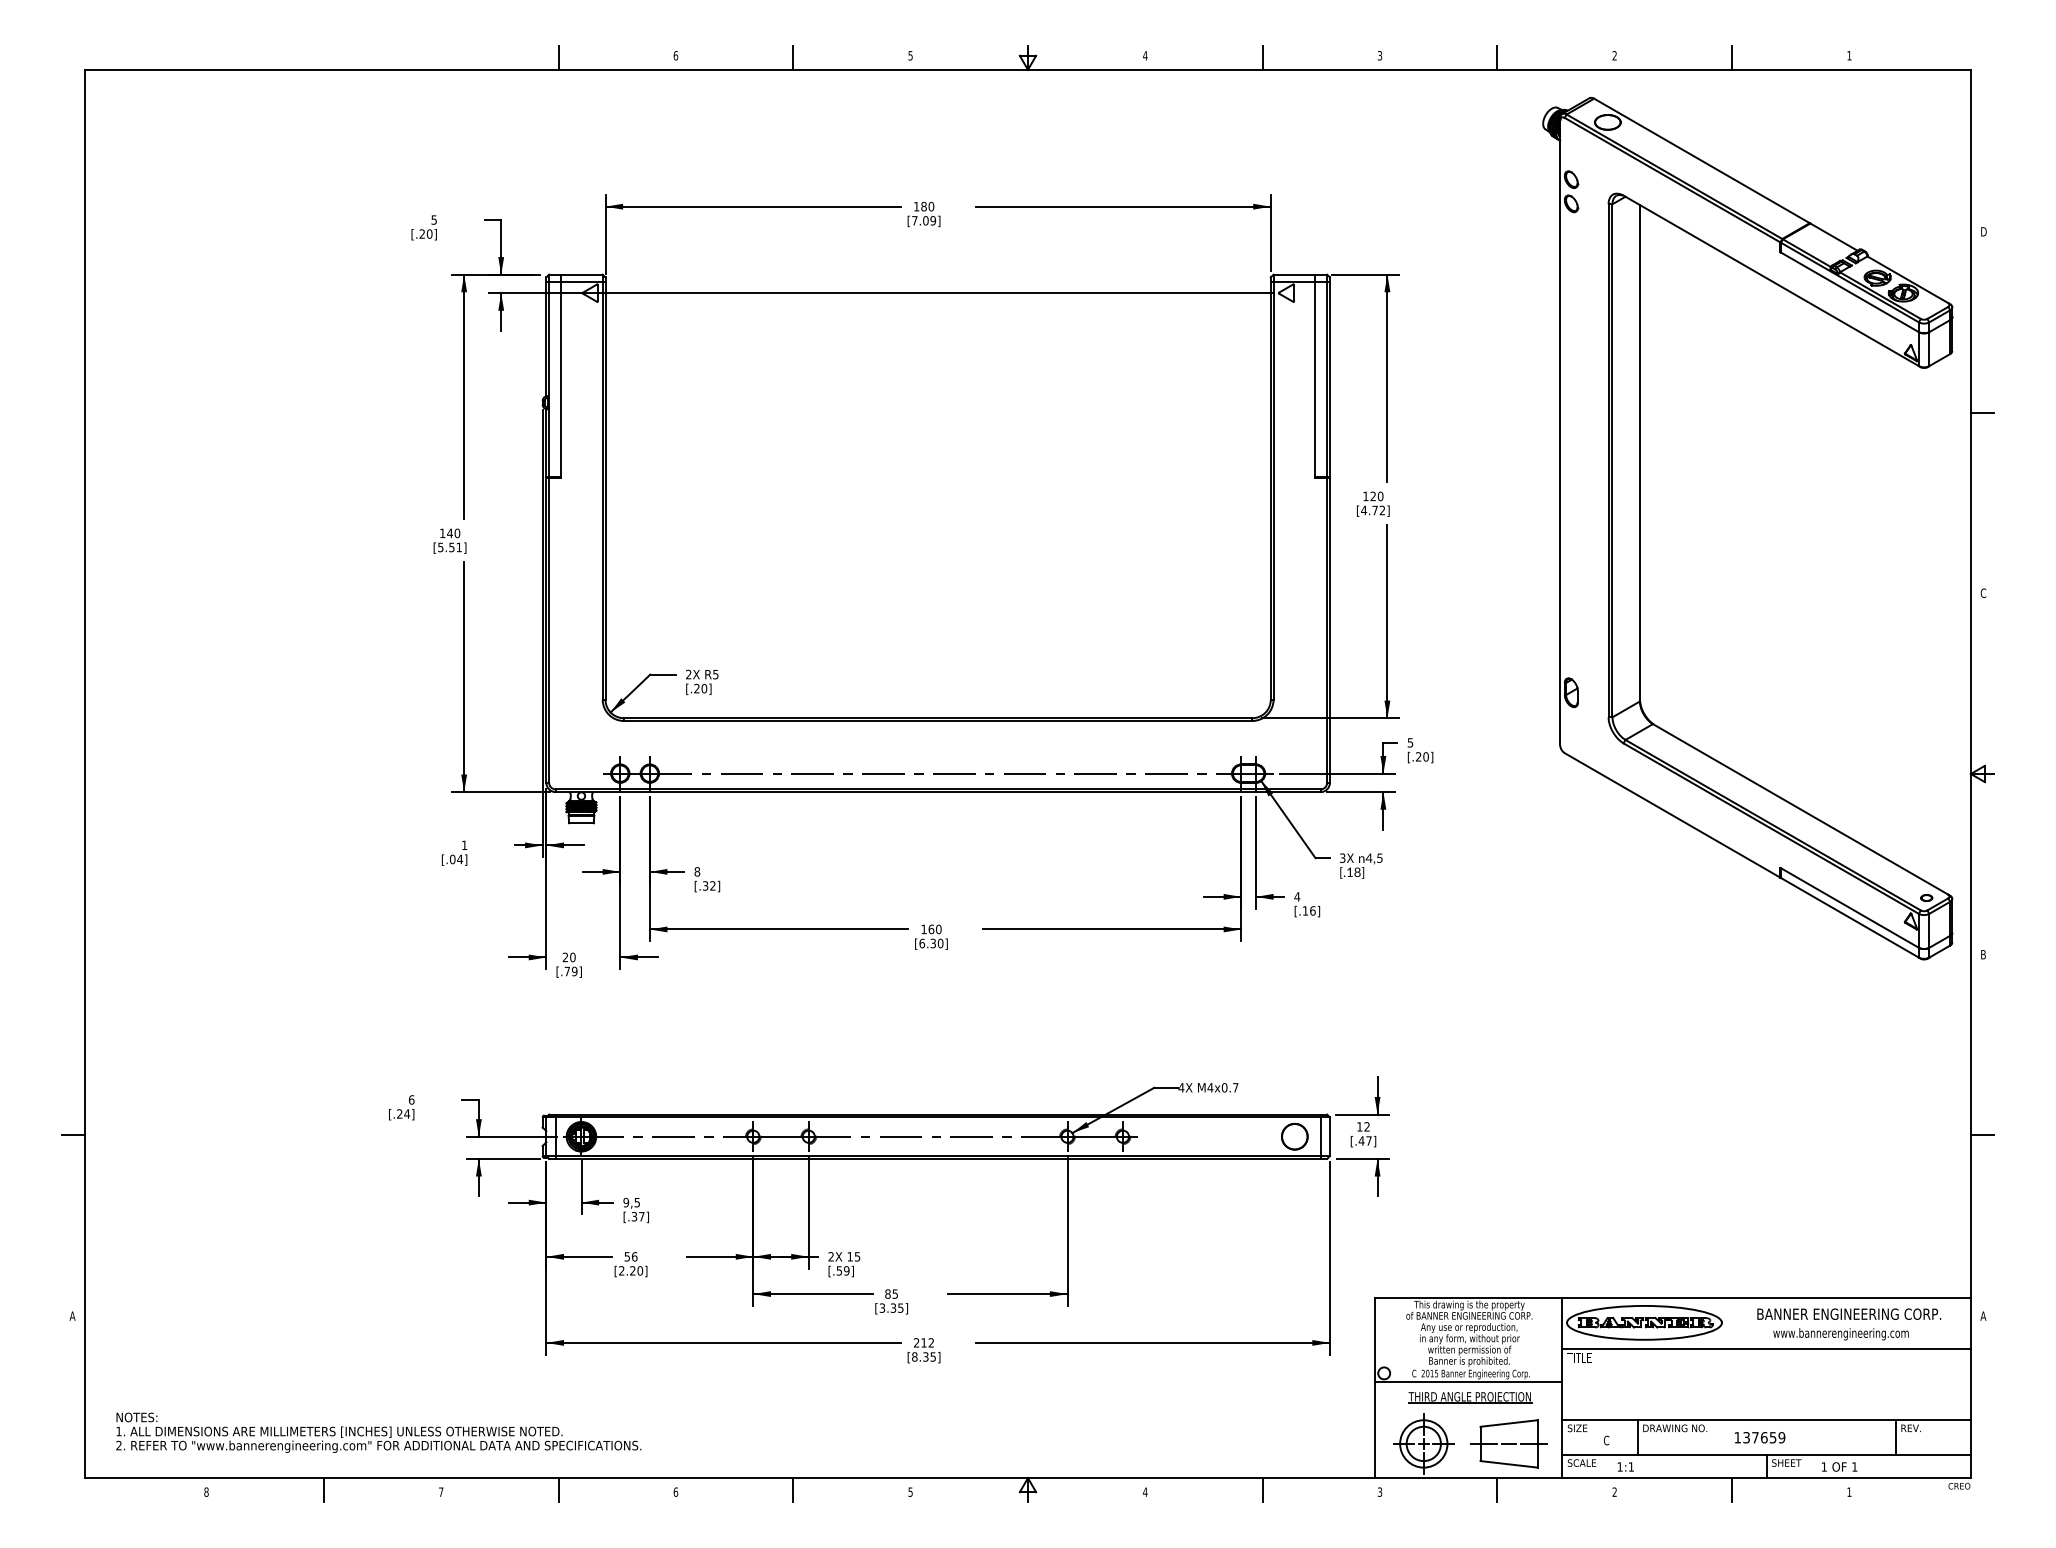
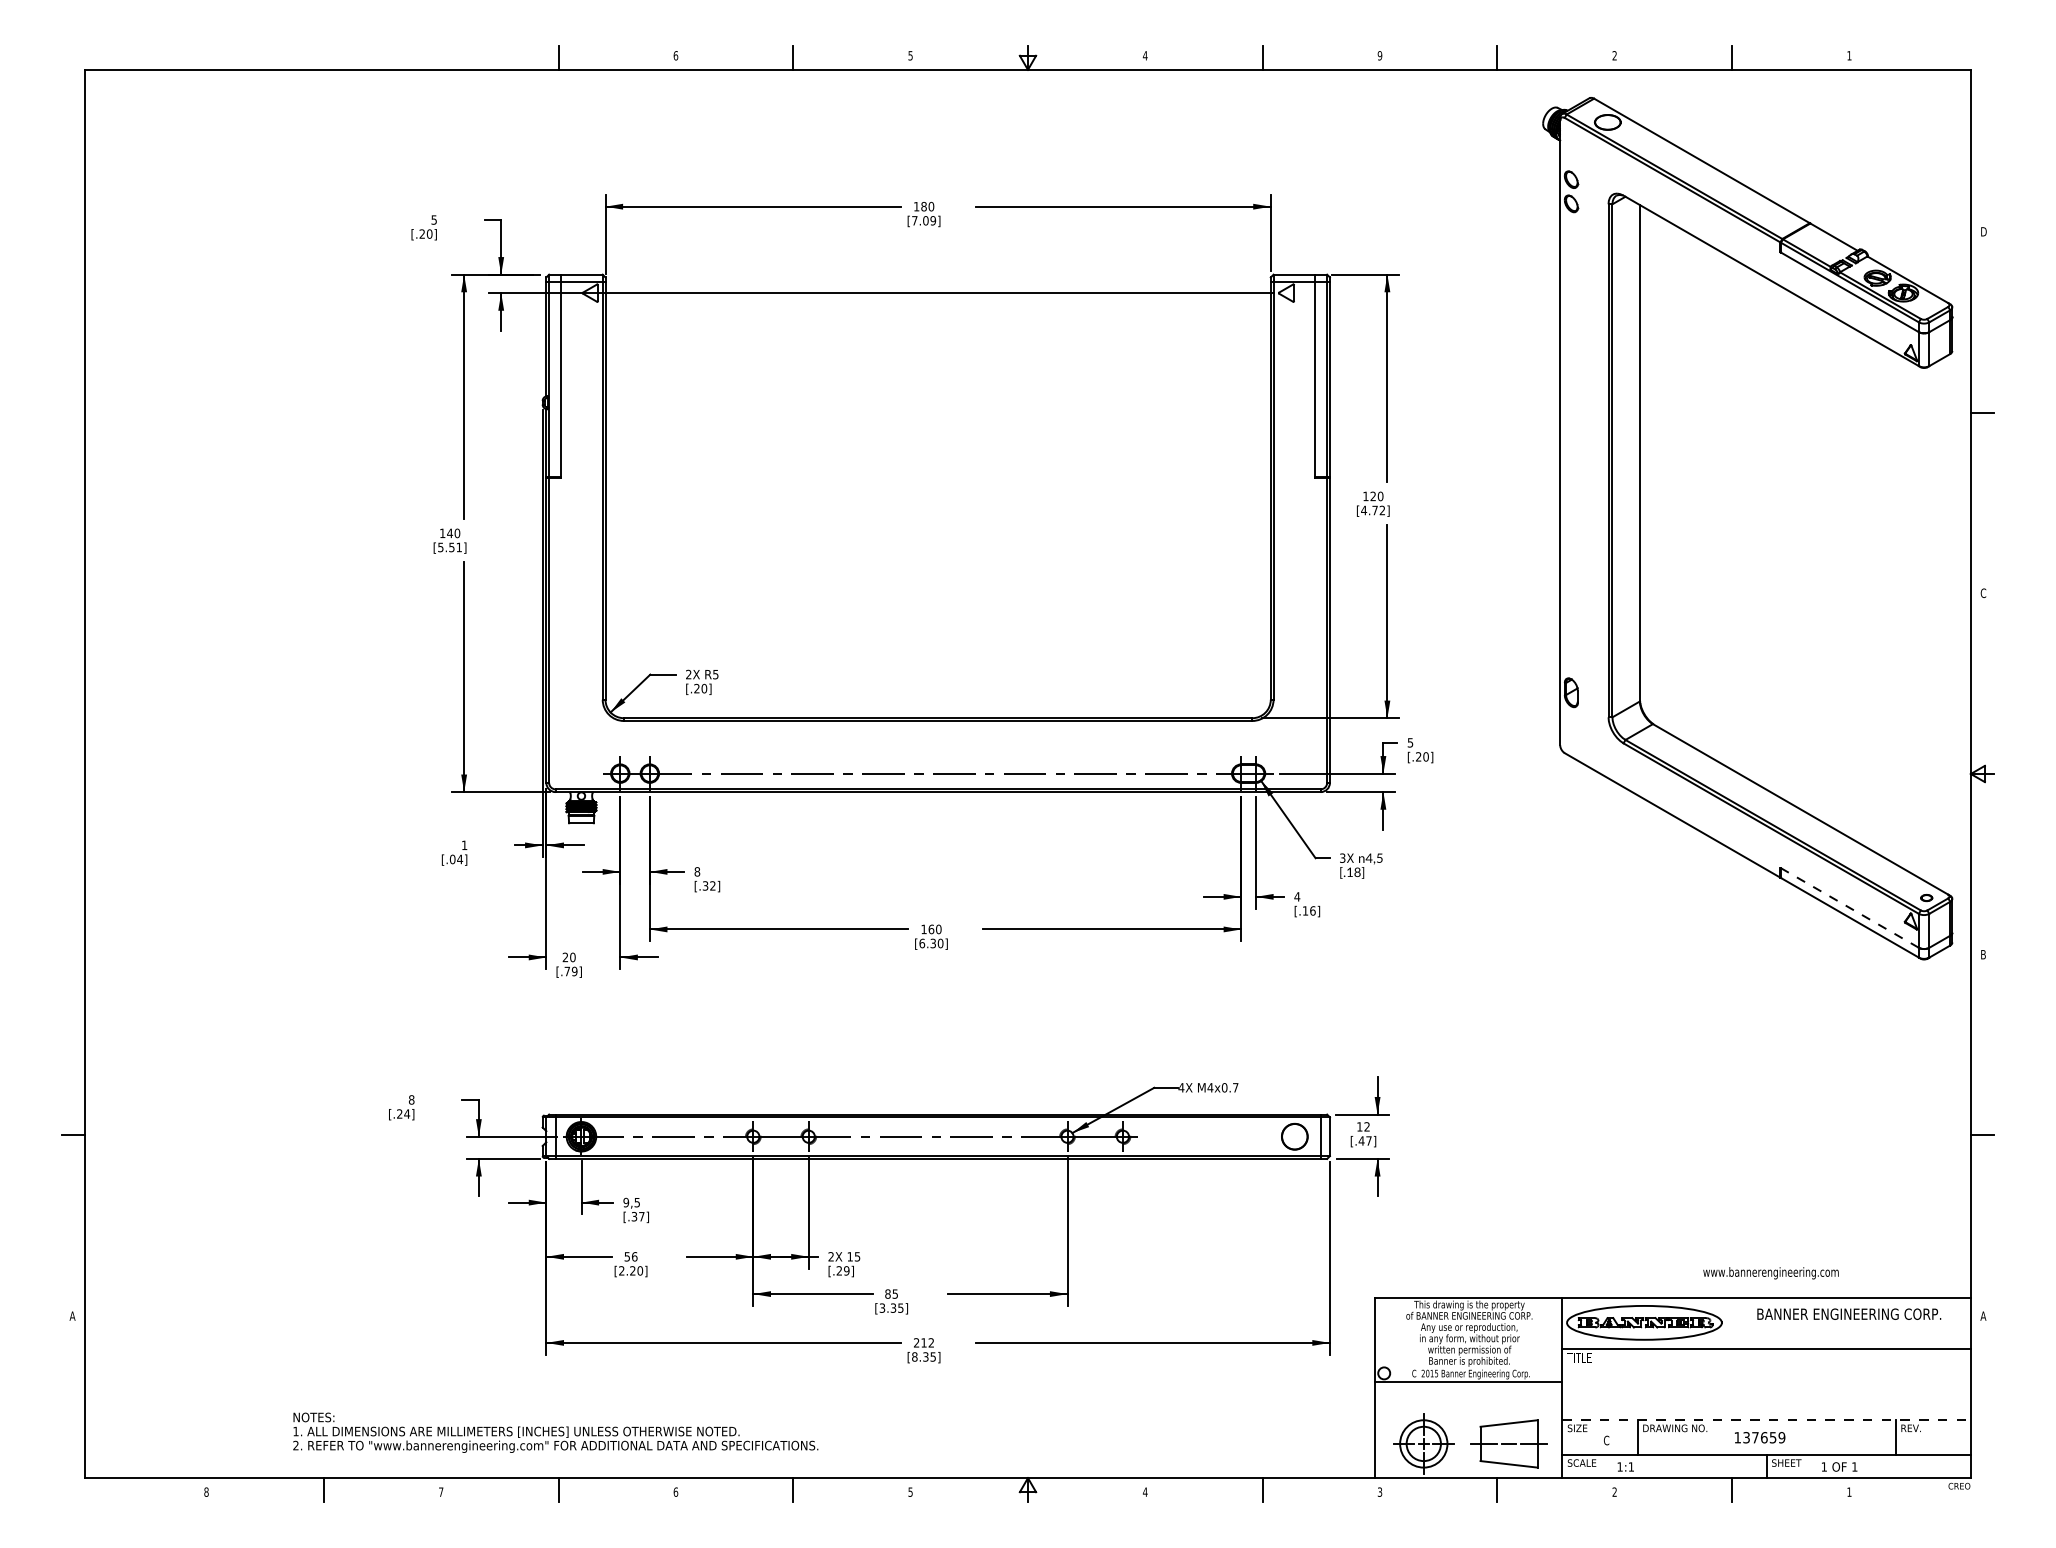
text at (1379, 55): 3 -> 9
line at (1849, 907): solid -> dashed
text at (411, 1099): 6 -> 8
text at (838, 1270): [.59] -> [.29]
text at (1840, 1334) position: (1840, 1334) -> (1770, 1273)
part at (1470, 1397): present -> none
line at (1767, 1419): solid -> dashed
text at (378, 1432) position: (378, 1432) -> (555, 1432)
